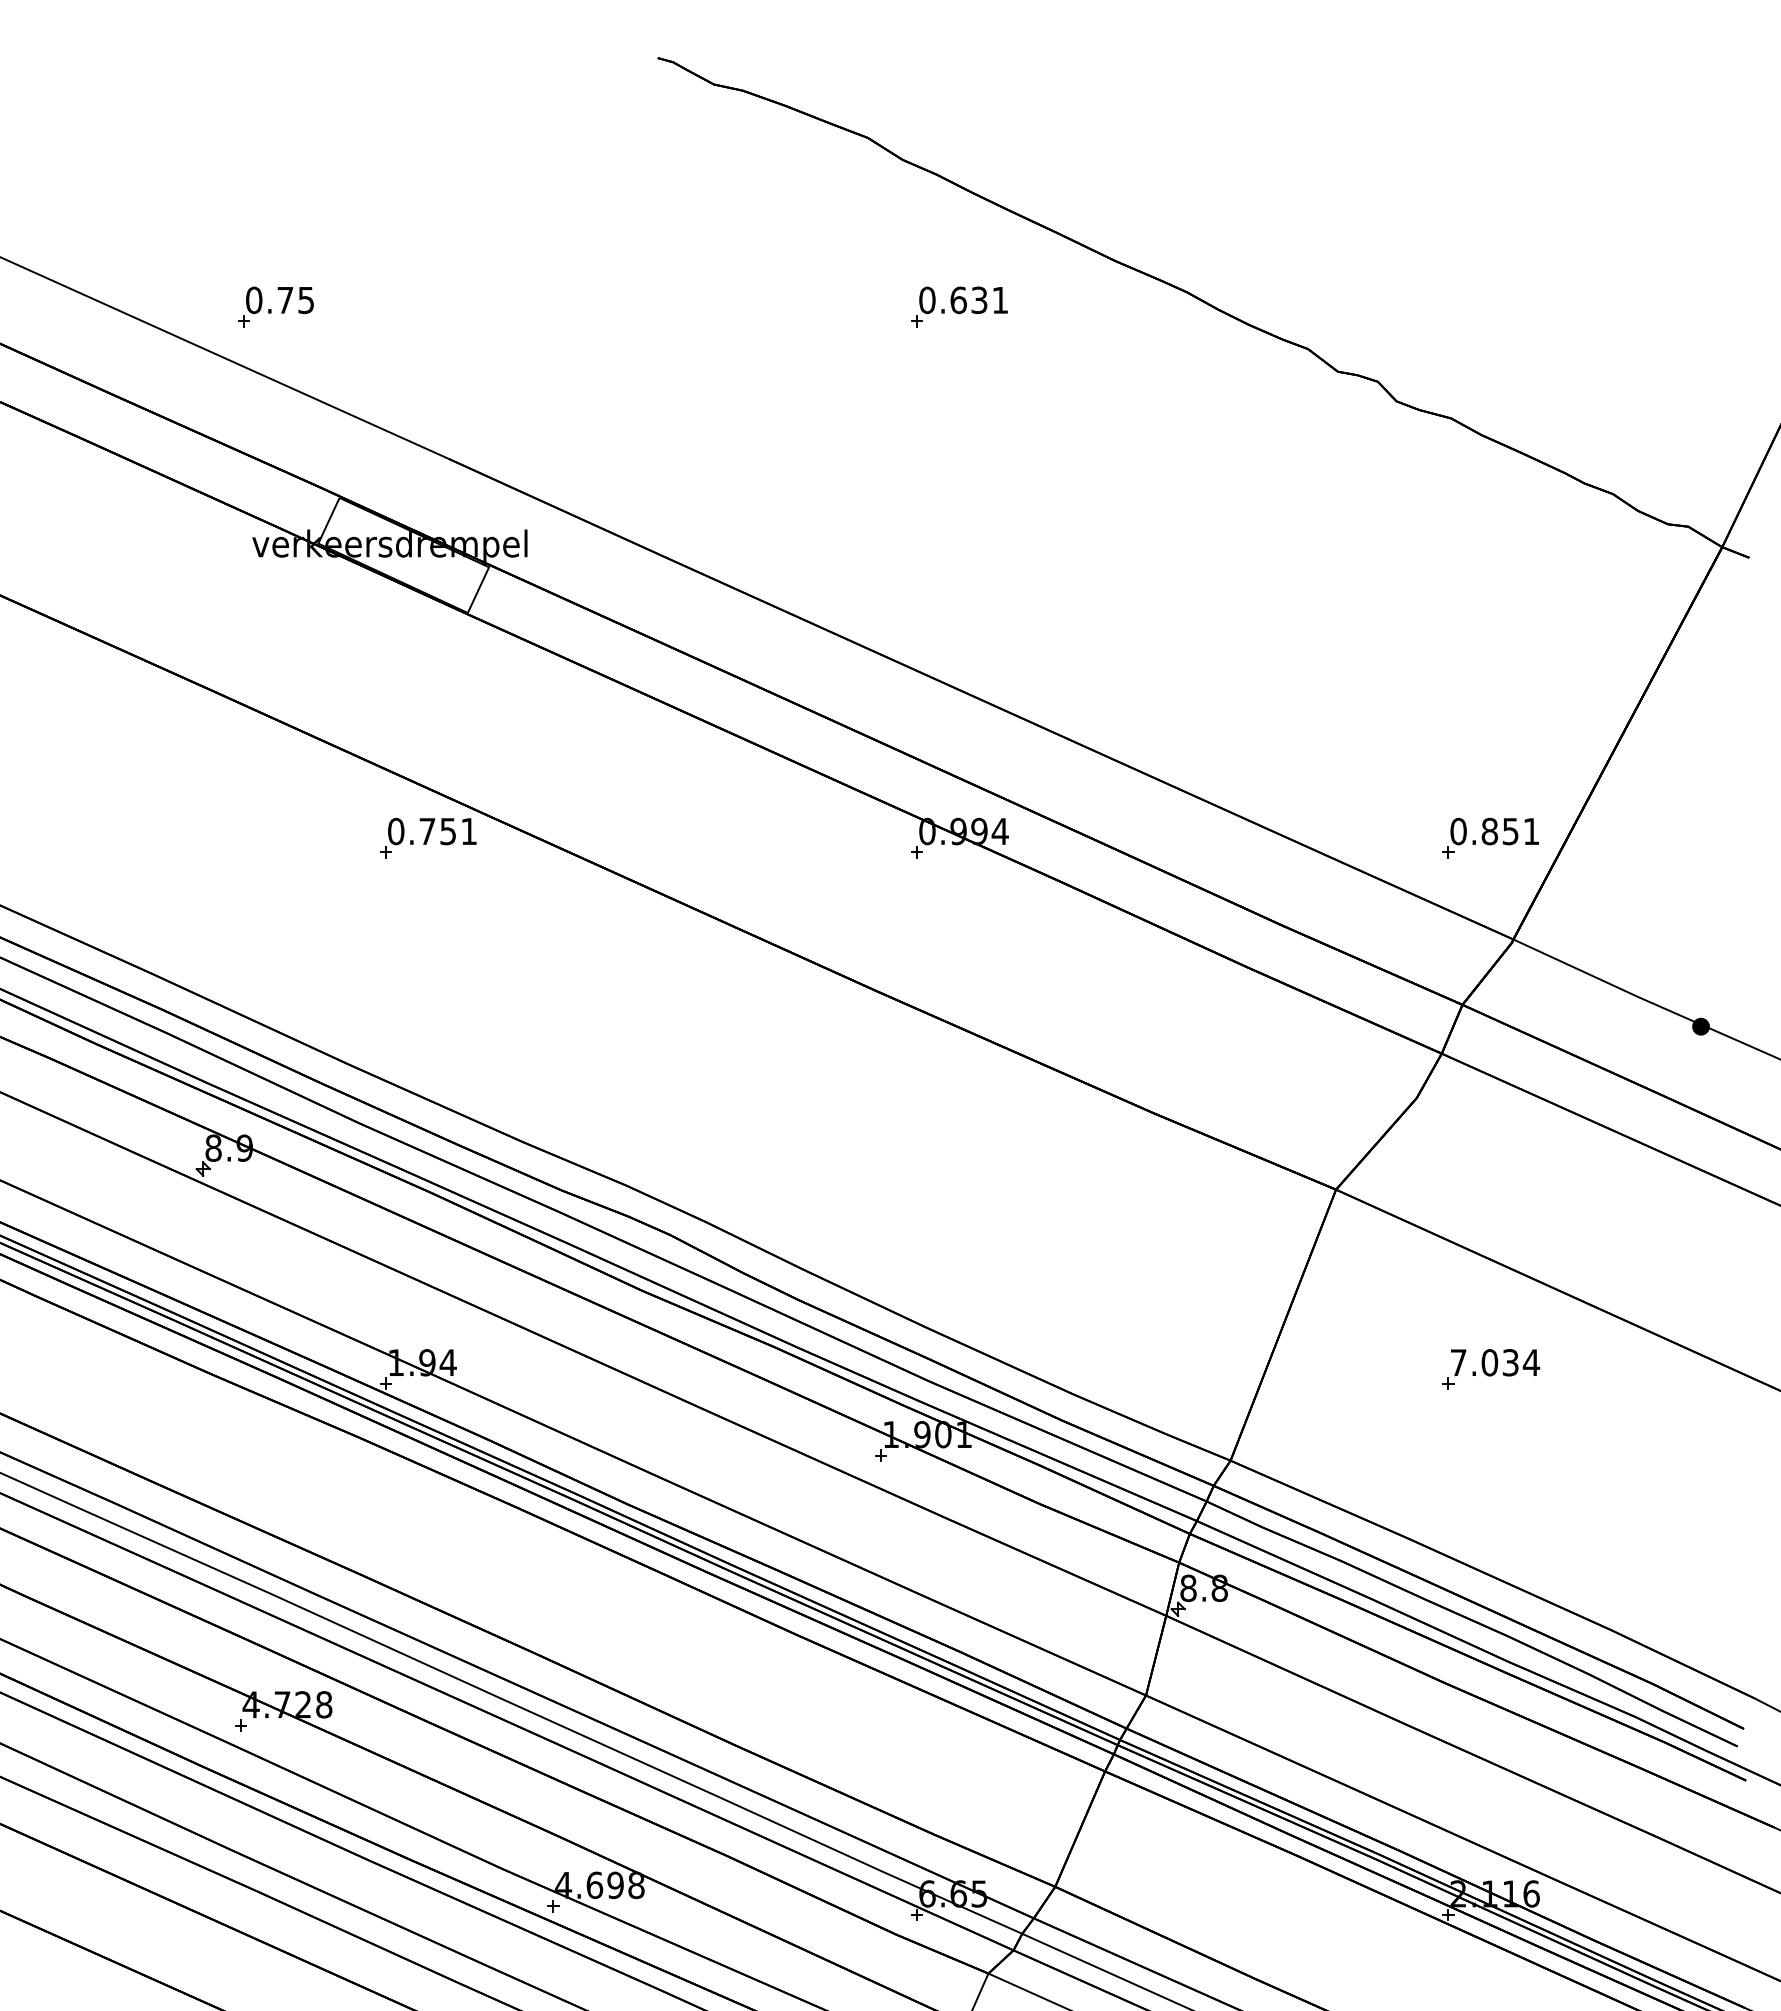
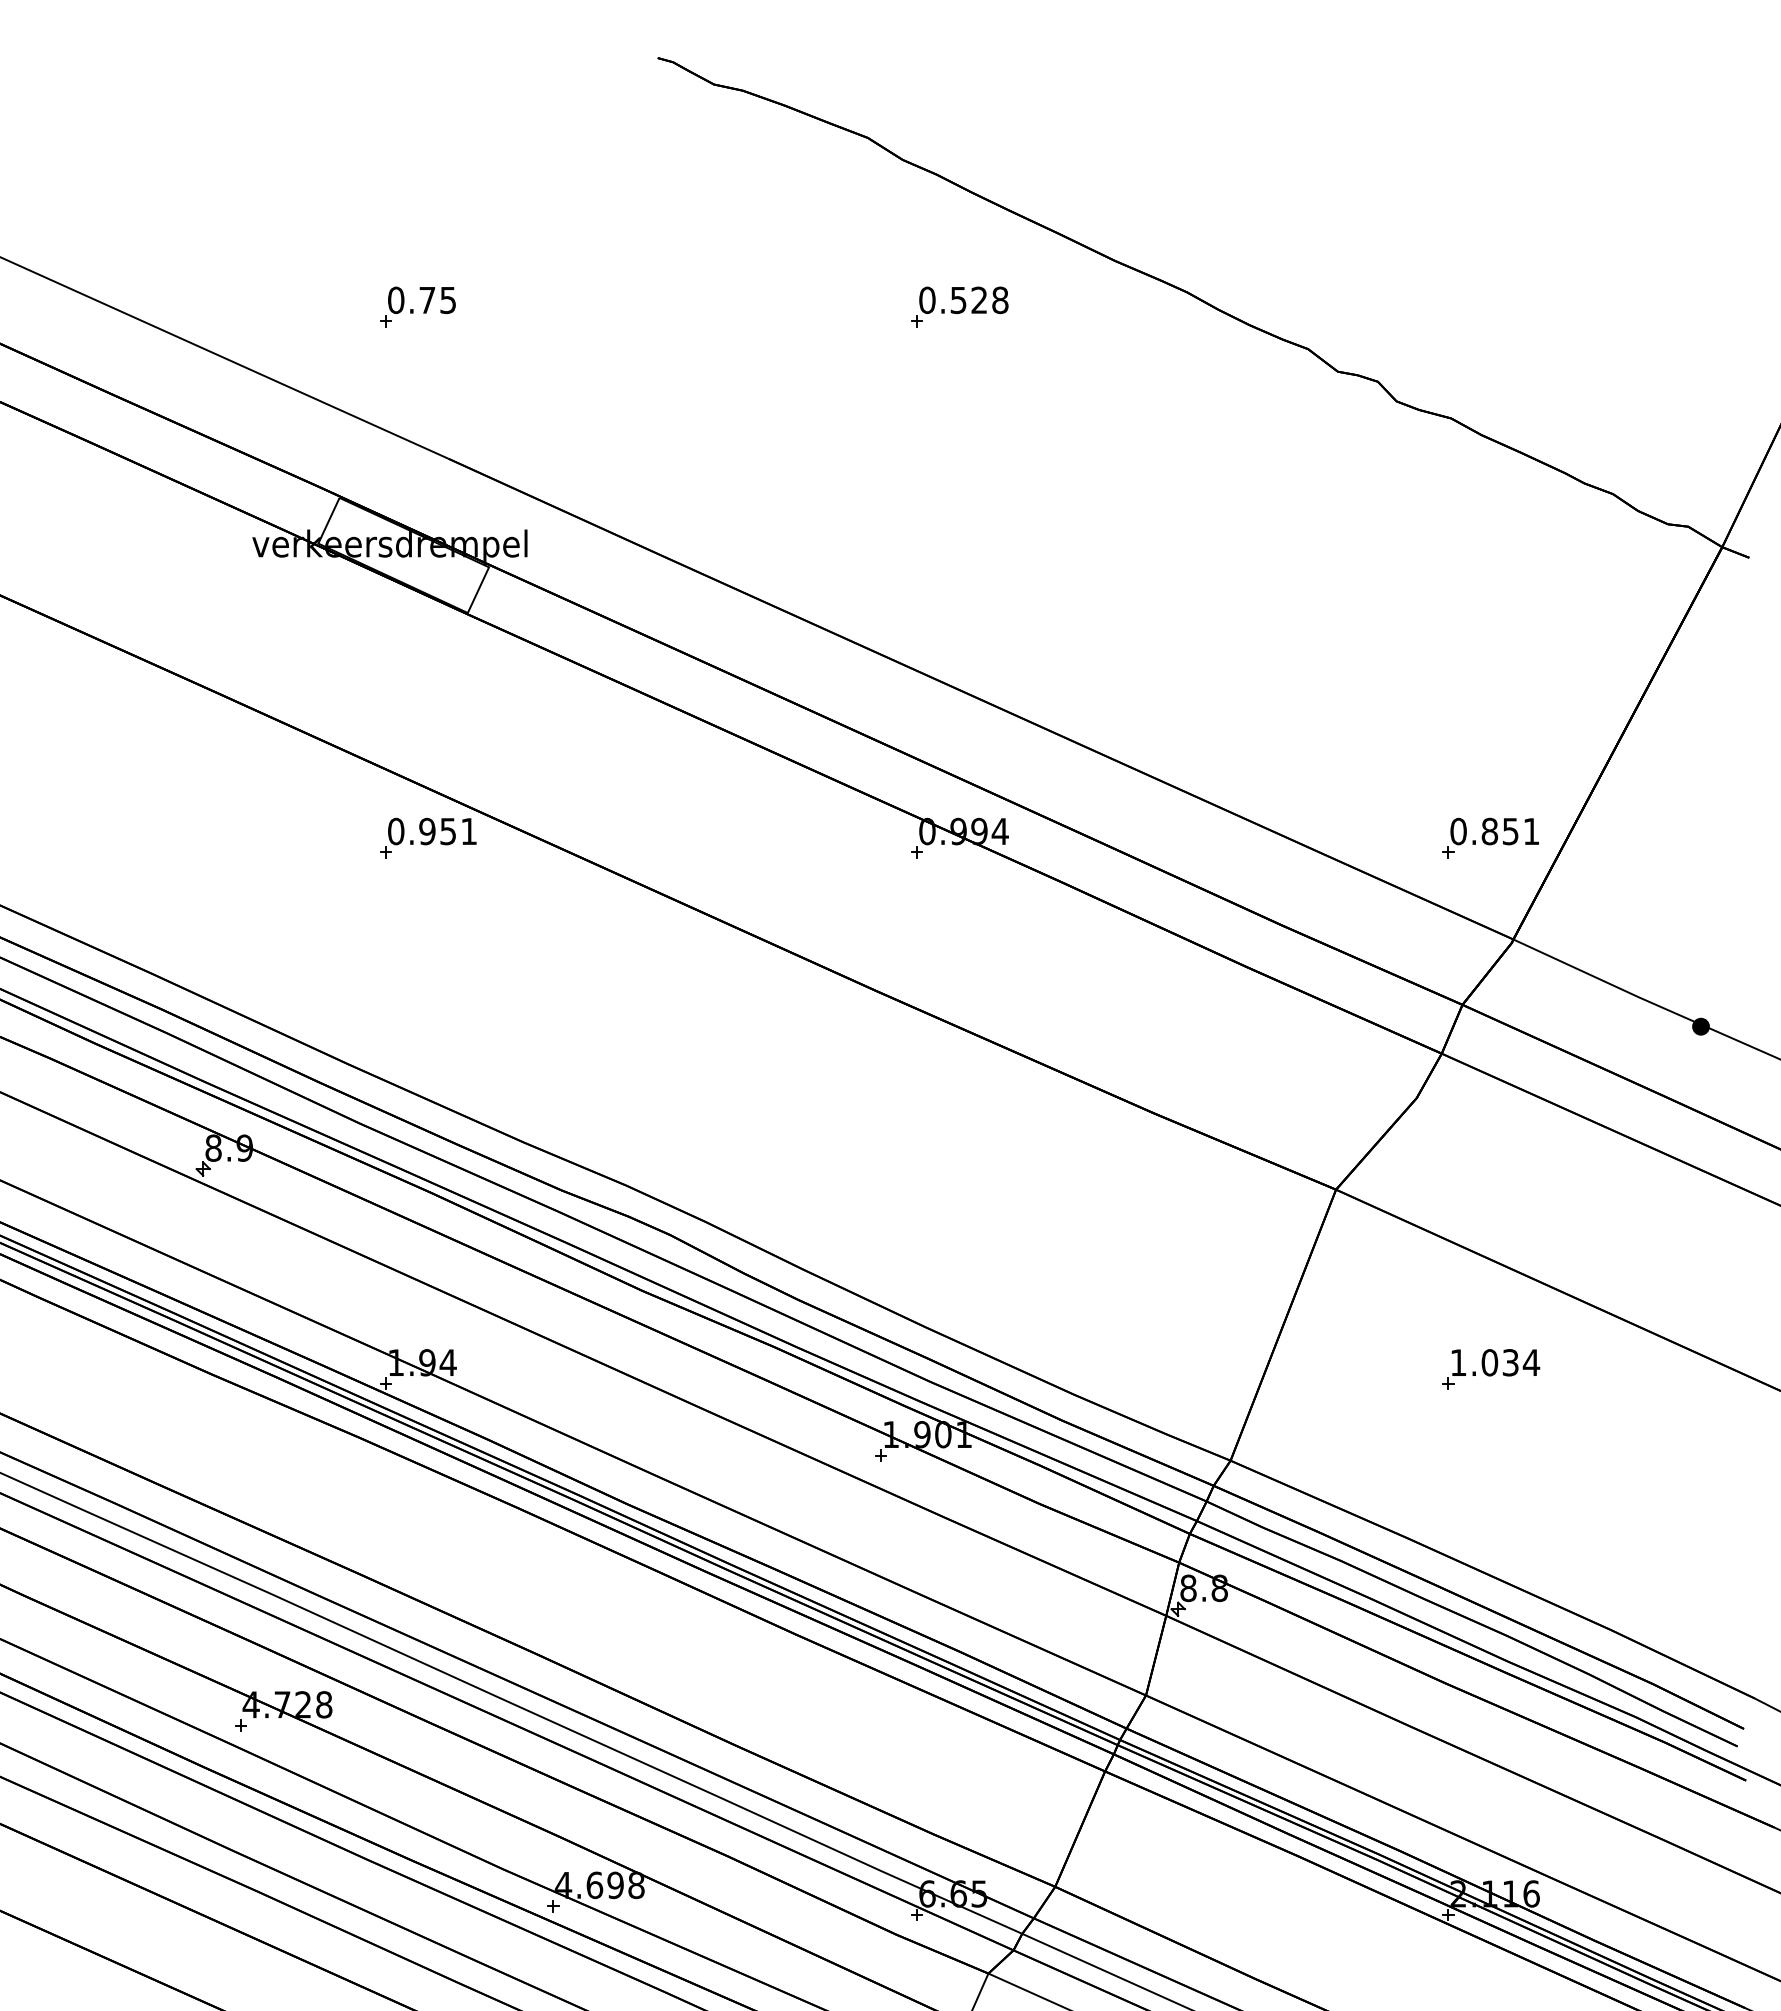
text at (979, 300): 0.631 -> 0.528
part at (275, 306) position: (275, 306) -> (417, 306)
text at (427, 831): 0.751 -> 0.951
text at (1458, 1362): 7.034 -> 1.034
